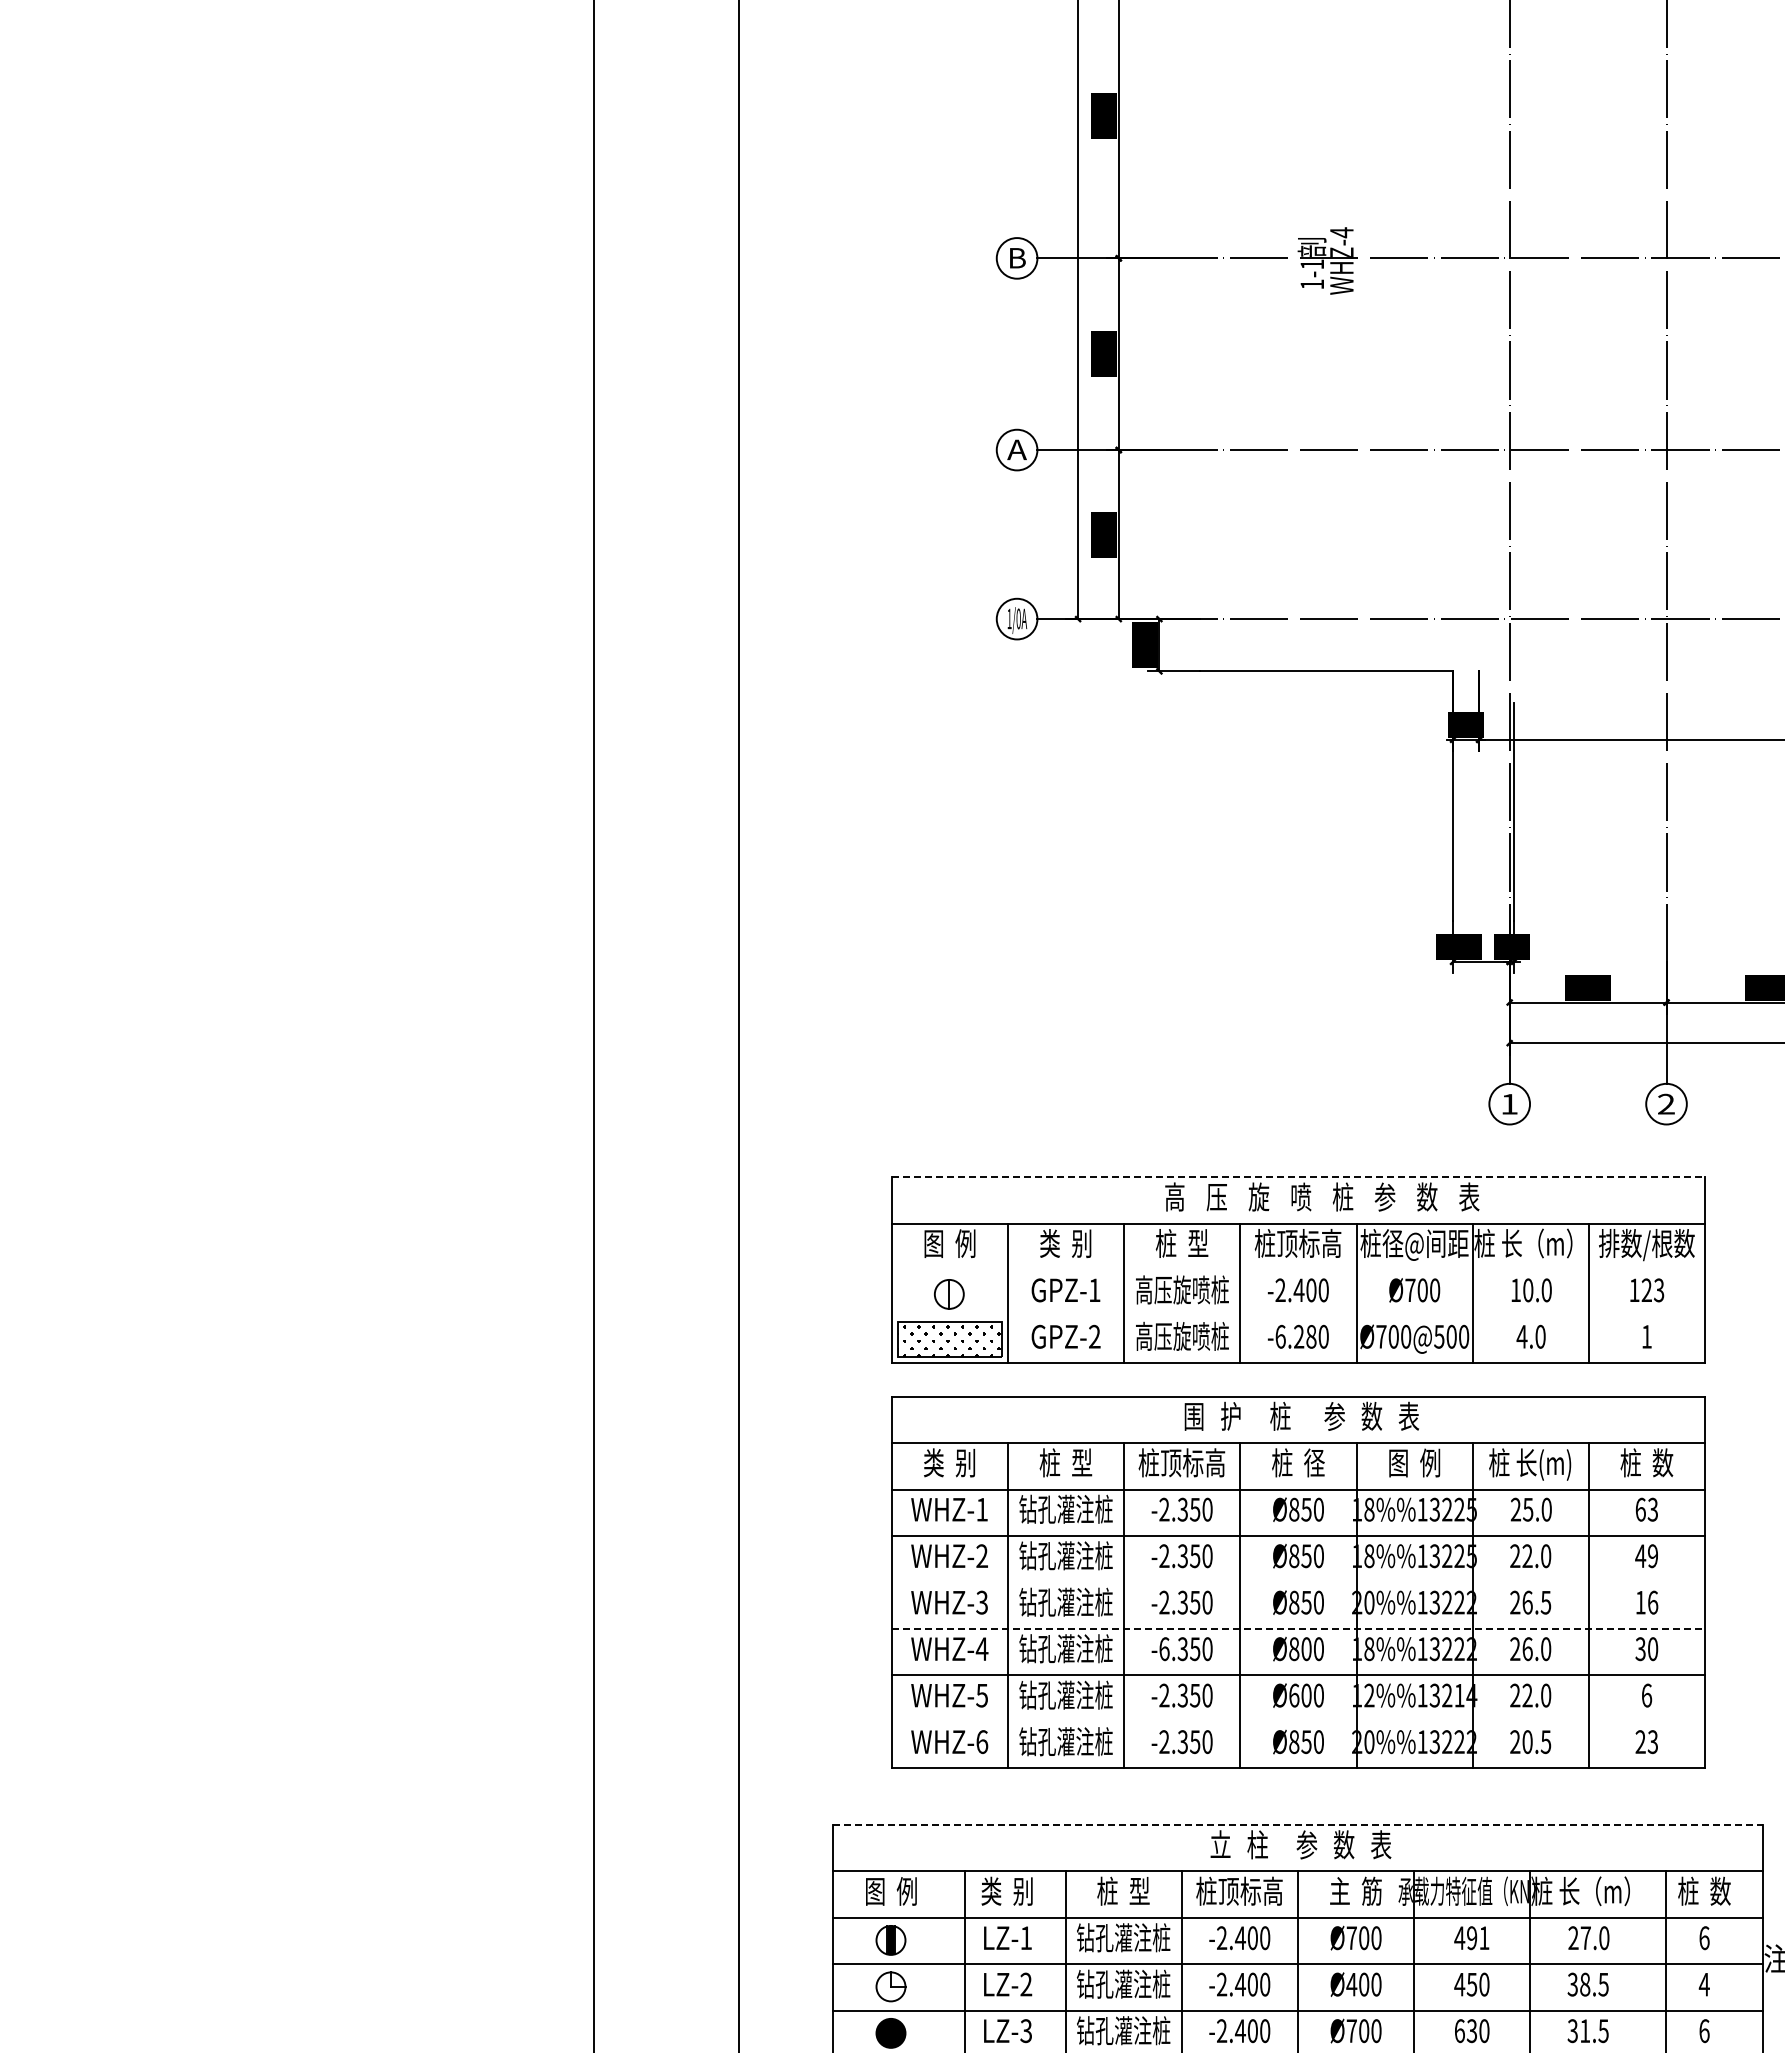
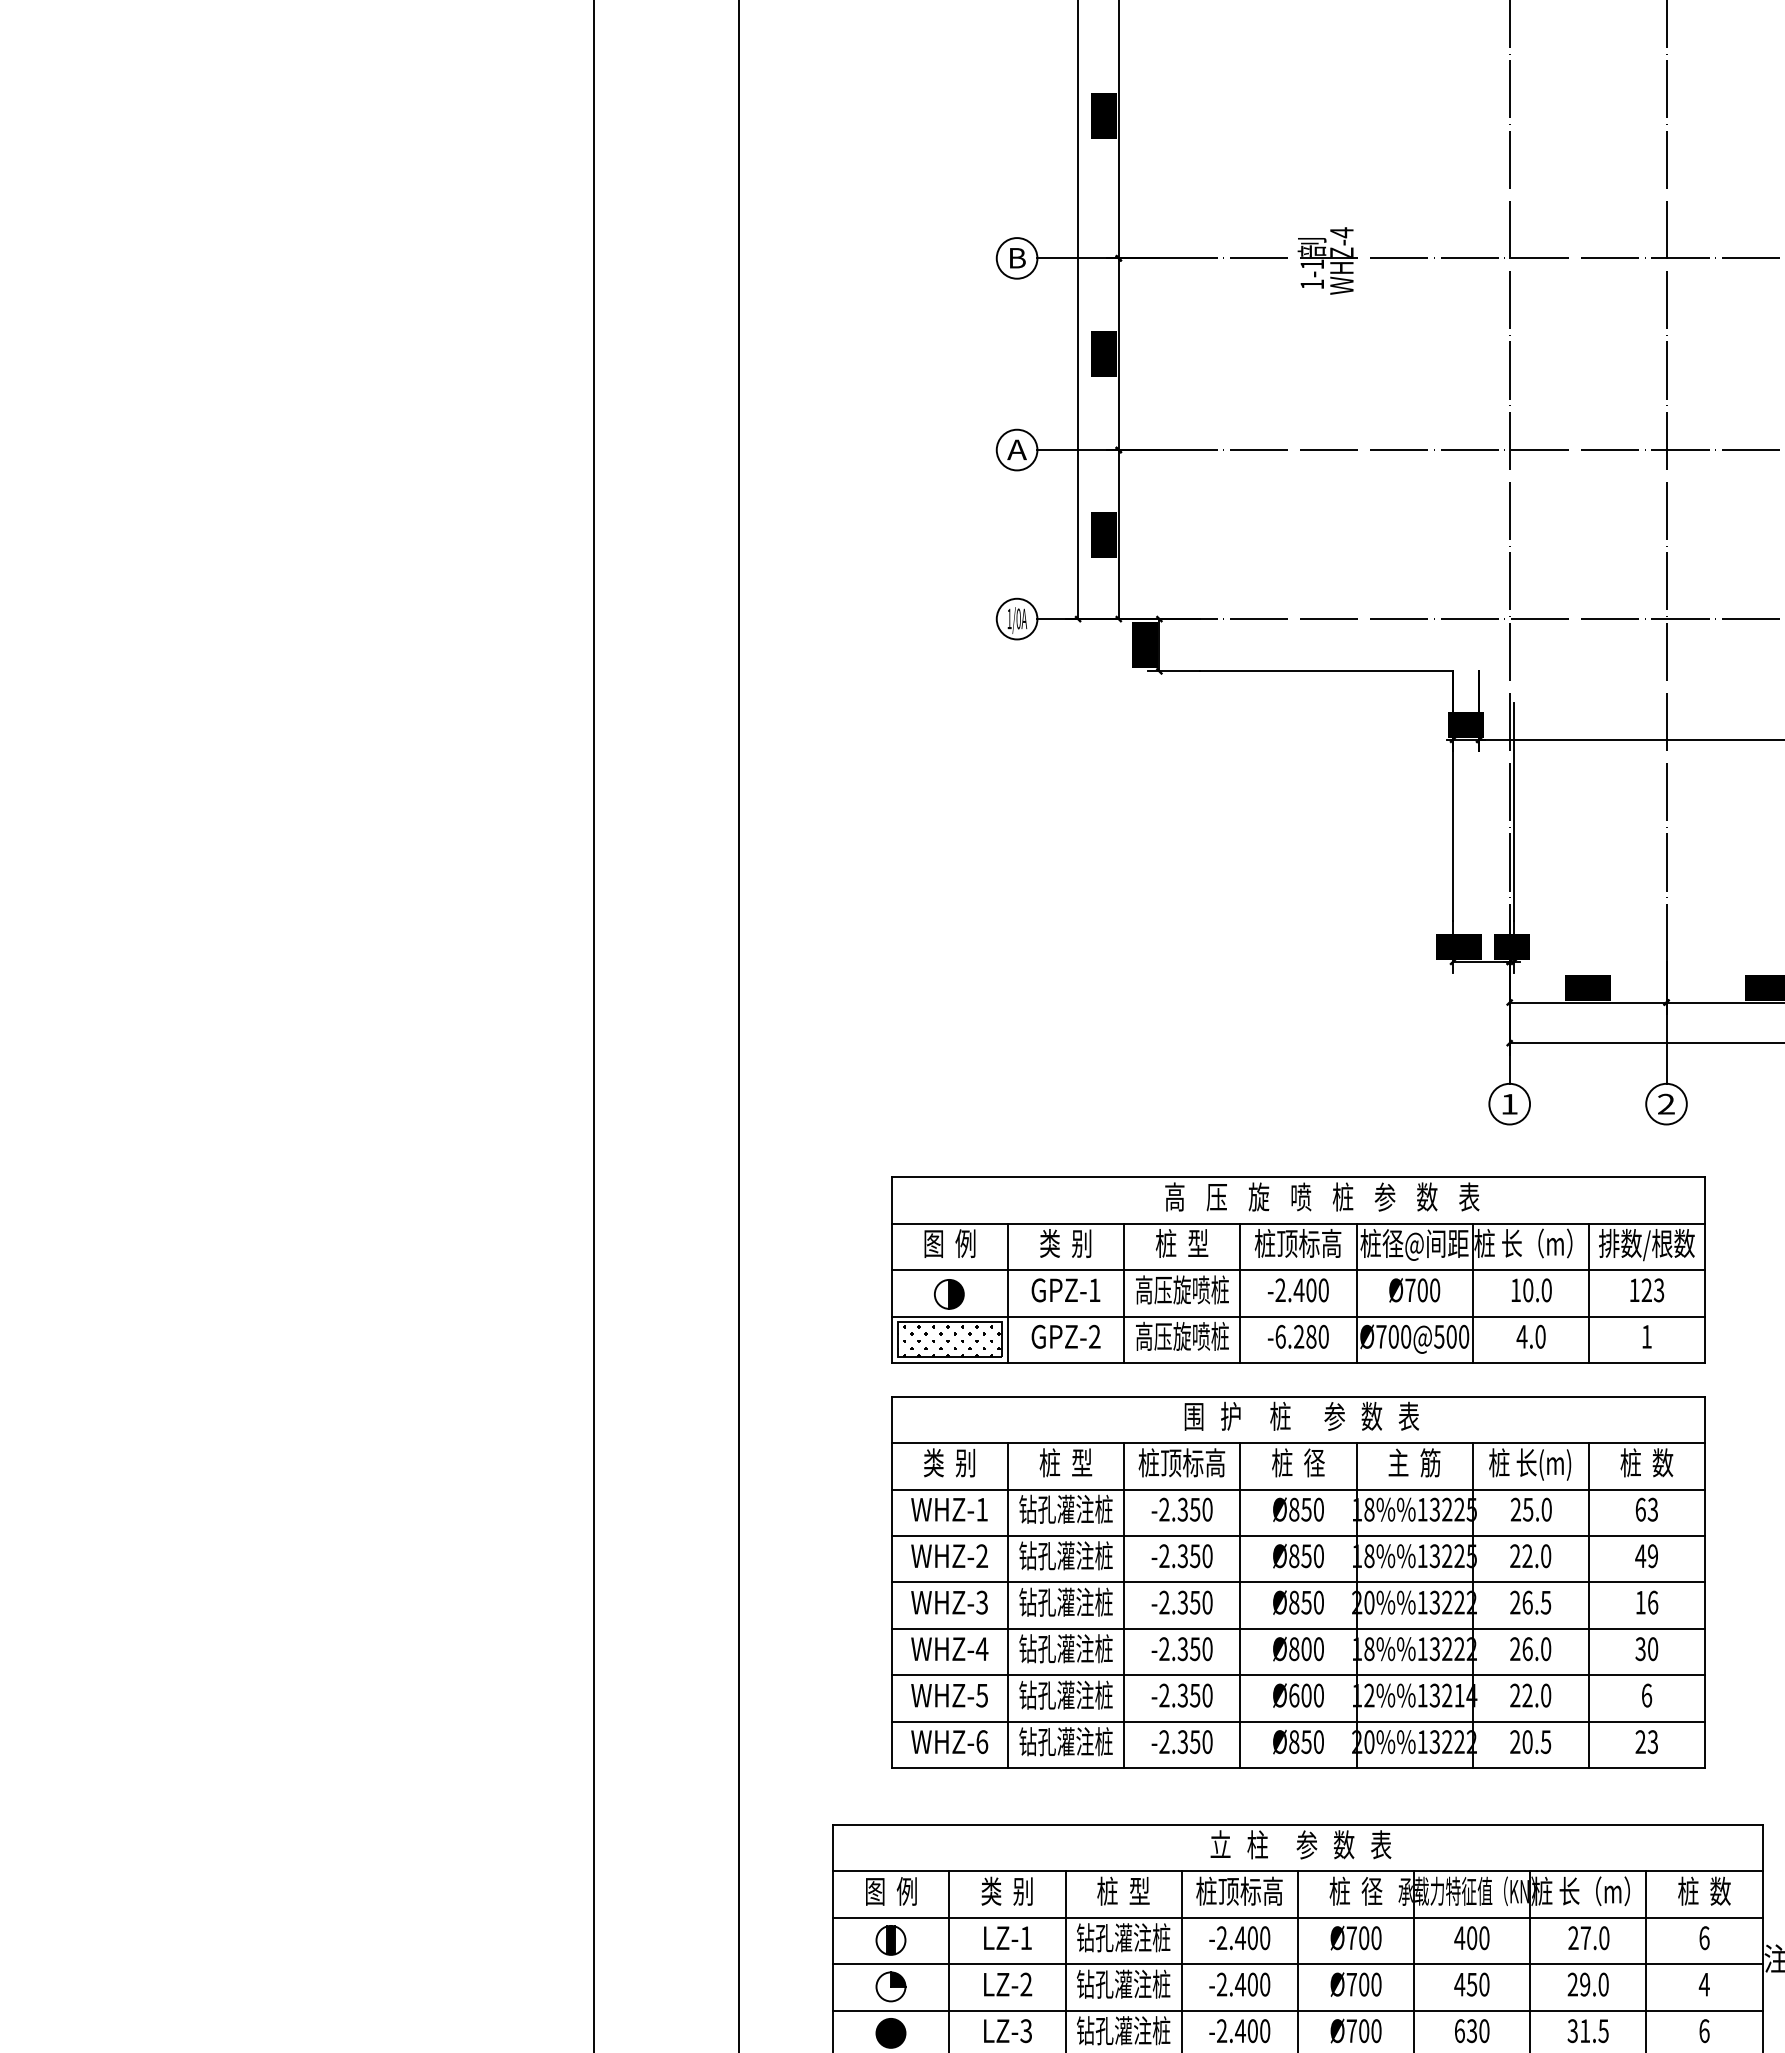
line at (1298, 1177): dashed -> solid
line at (1298, 1270): none -> present
fill at (956, 1293): none -> present
line at (1298, 1316): none -> present
text at (1414, 1462): 图  例 -> 主  筋
line at (1298, 1582): none -> present
line at (1298, 1628): dashed -> solid
text at (1164, 1649): -6.350 -> -2.350
line at (1298, 1721): none -> present
line at (1297, 1825): dashed -> solid
text at (1355, 1890): 主  筋 -> 桩  径
text at (1478, 1938): 491 -> 400
line at (965, 1960) position: (965, 1960) -> (949, 1960)
line at (1666, 1960) position: (1666, 1960) -> (1646, 1960)
fill at (898, 1979): none -> present
text at (1351, 1984): Ø400 -> Ø700
text at (1587, 1984): 38.5 -> 29.0
